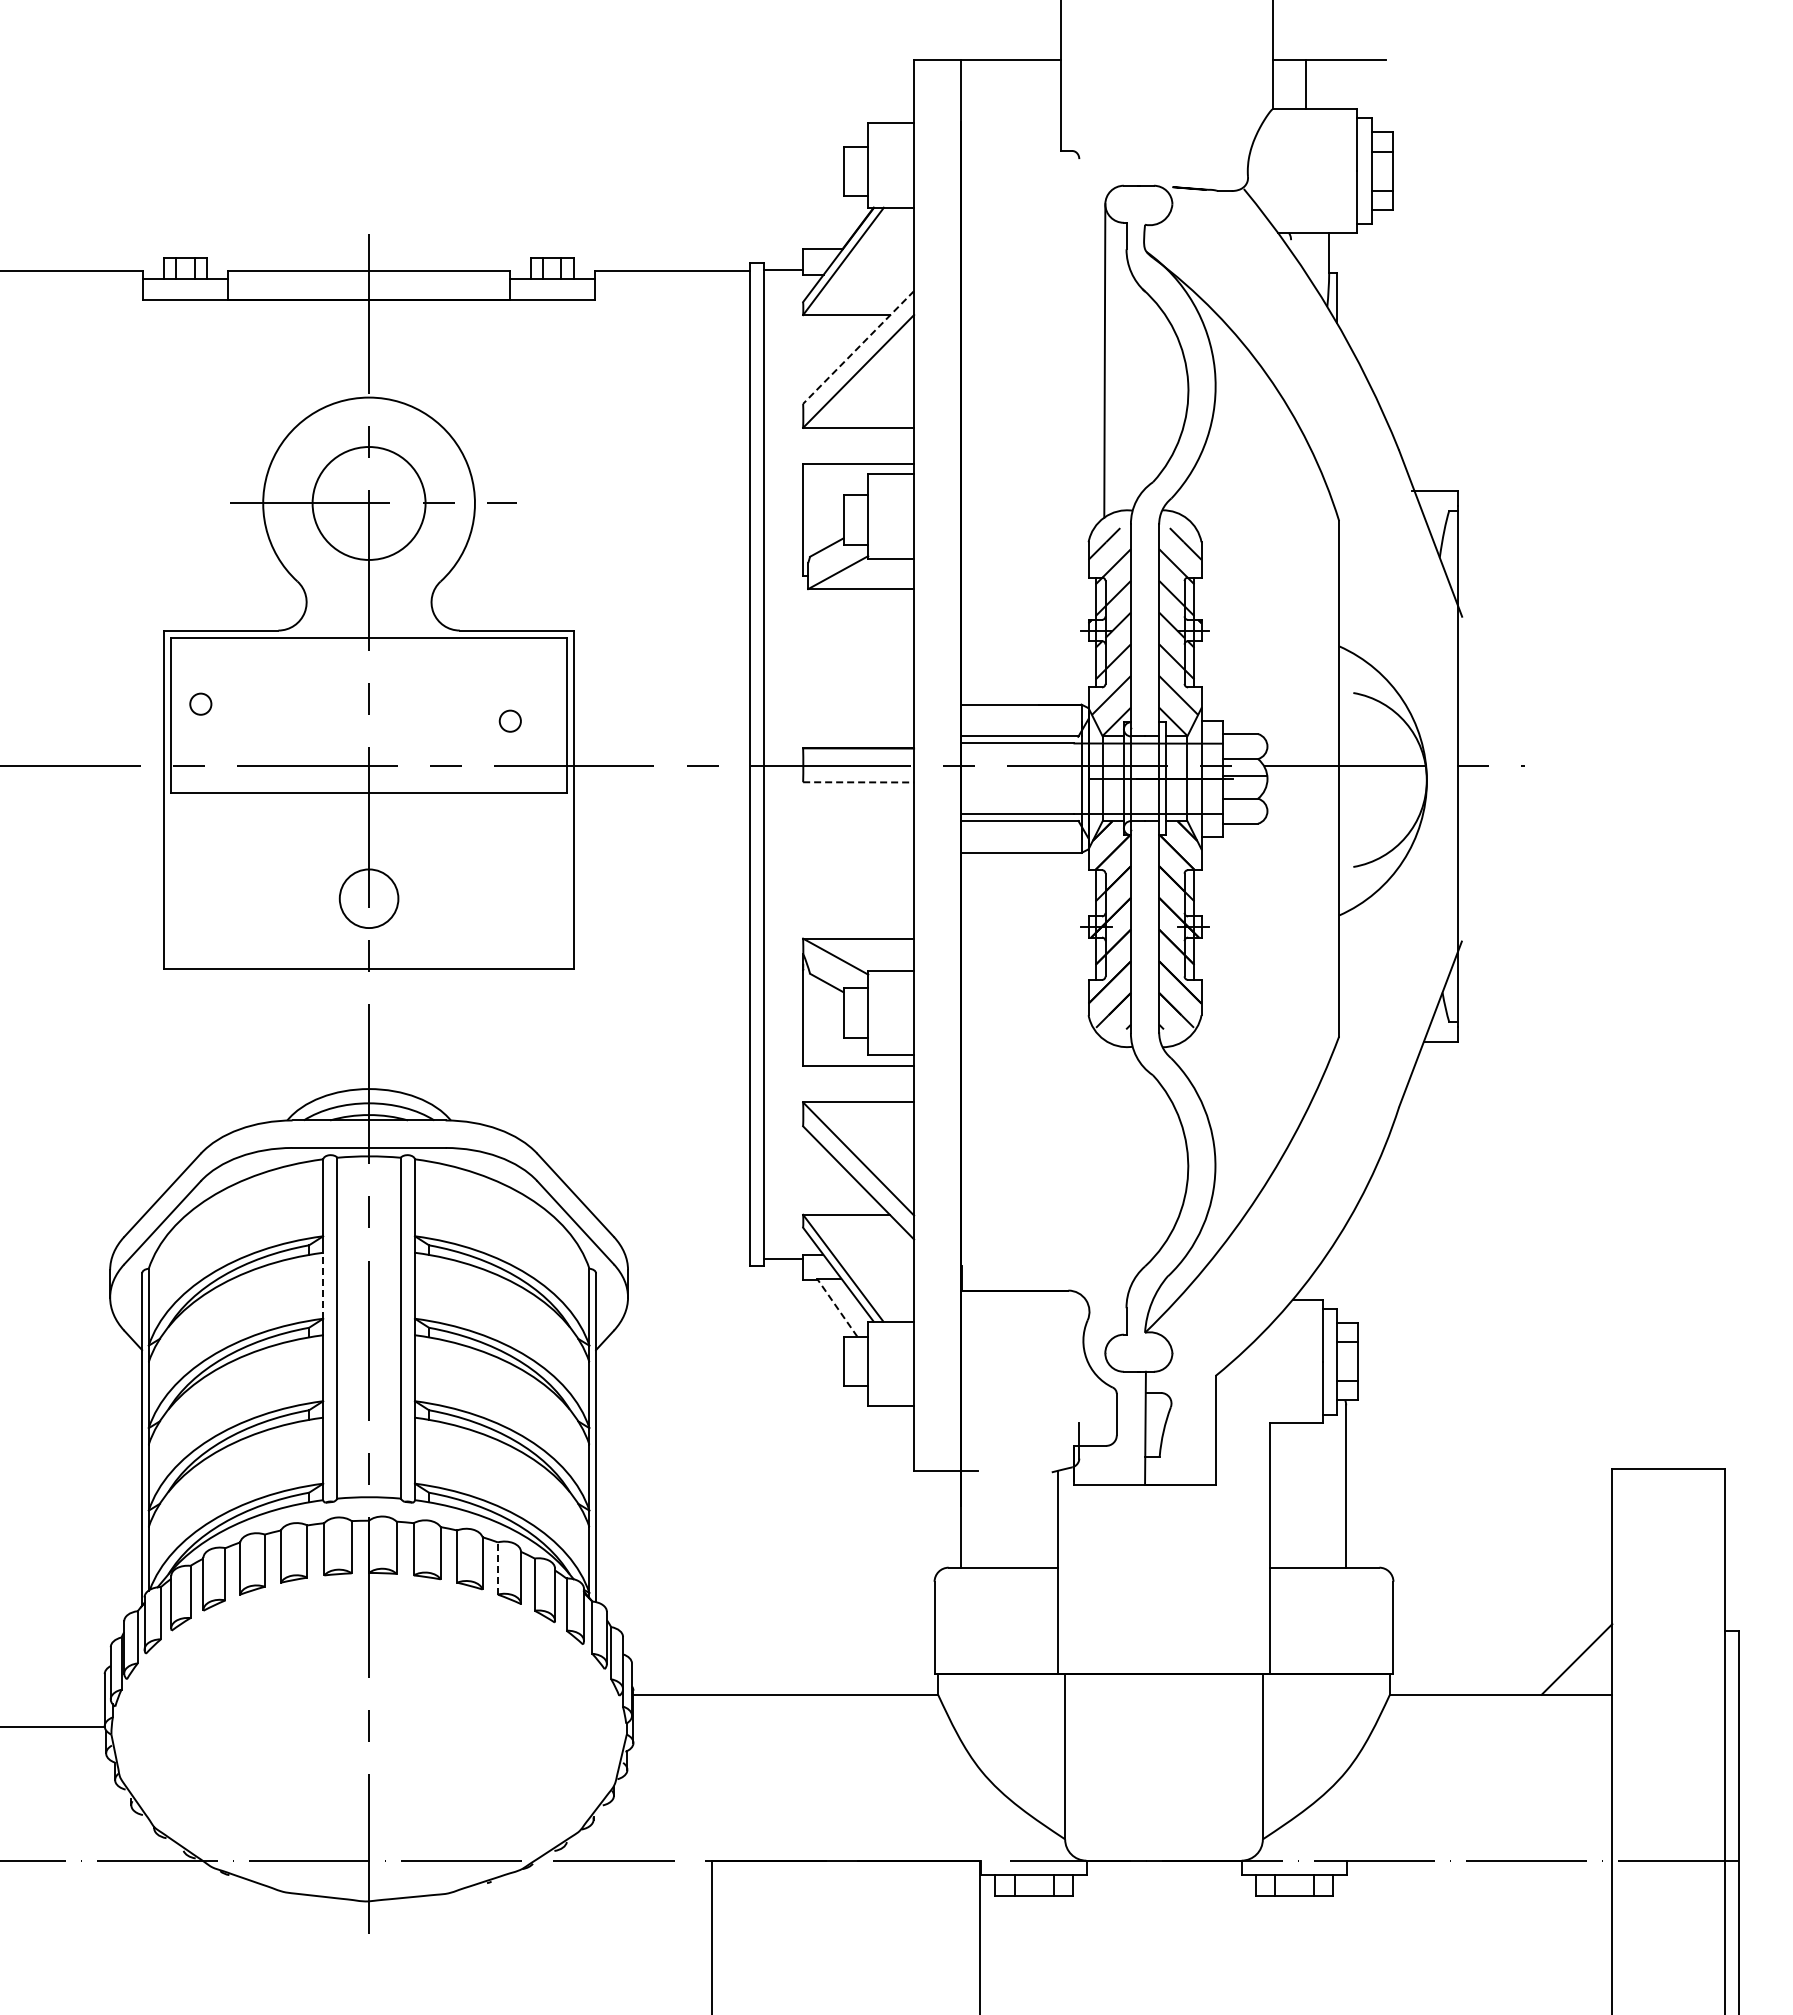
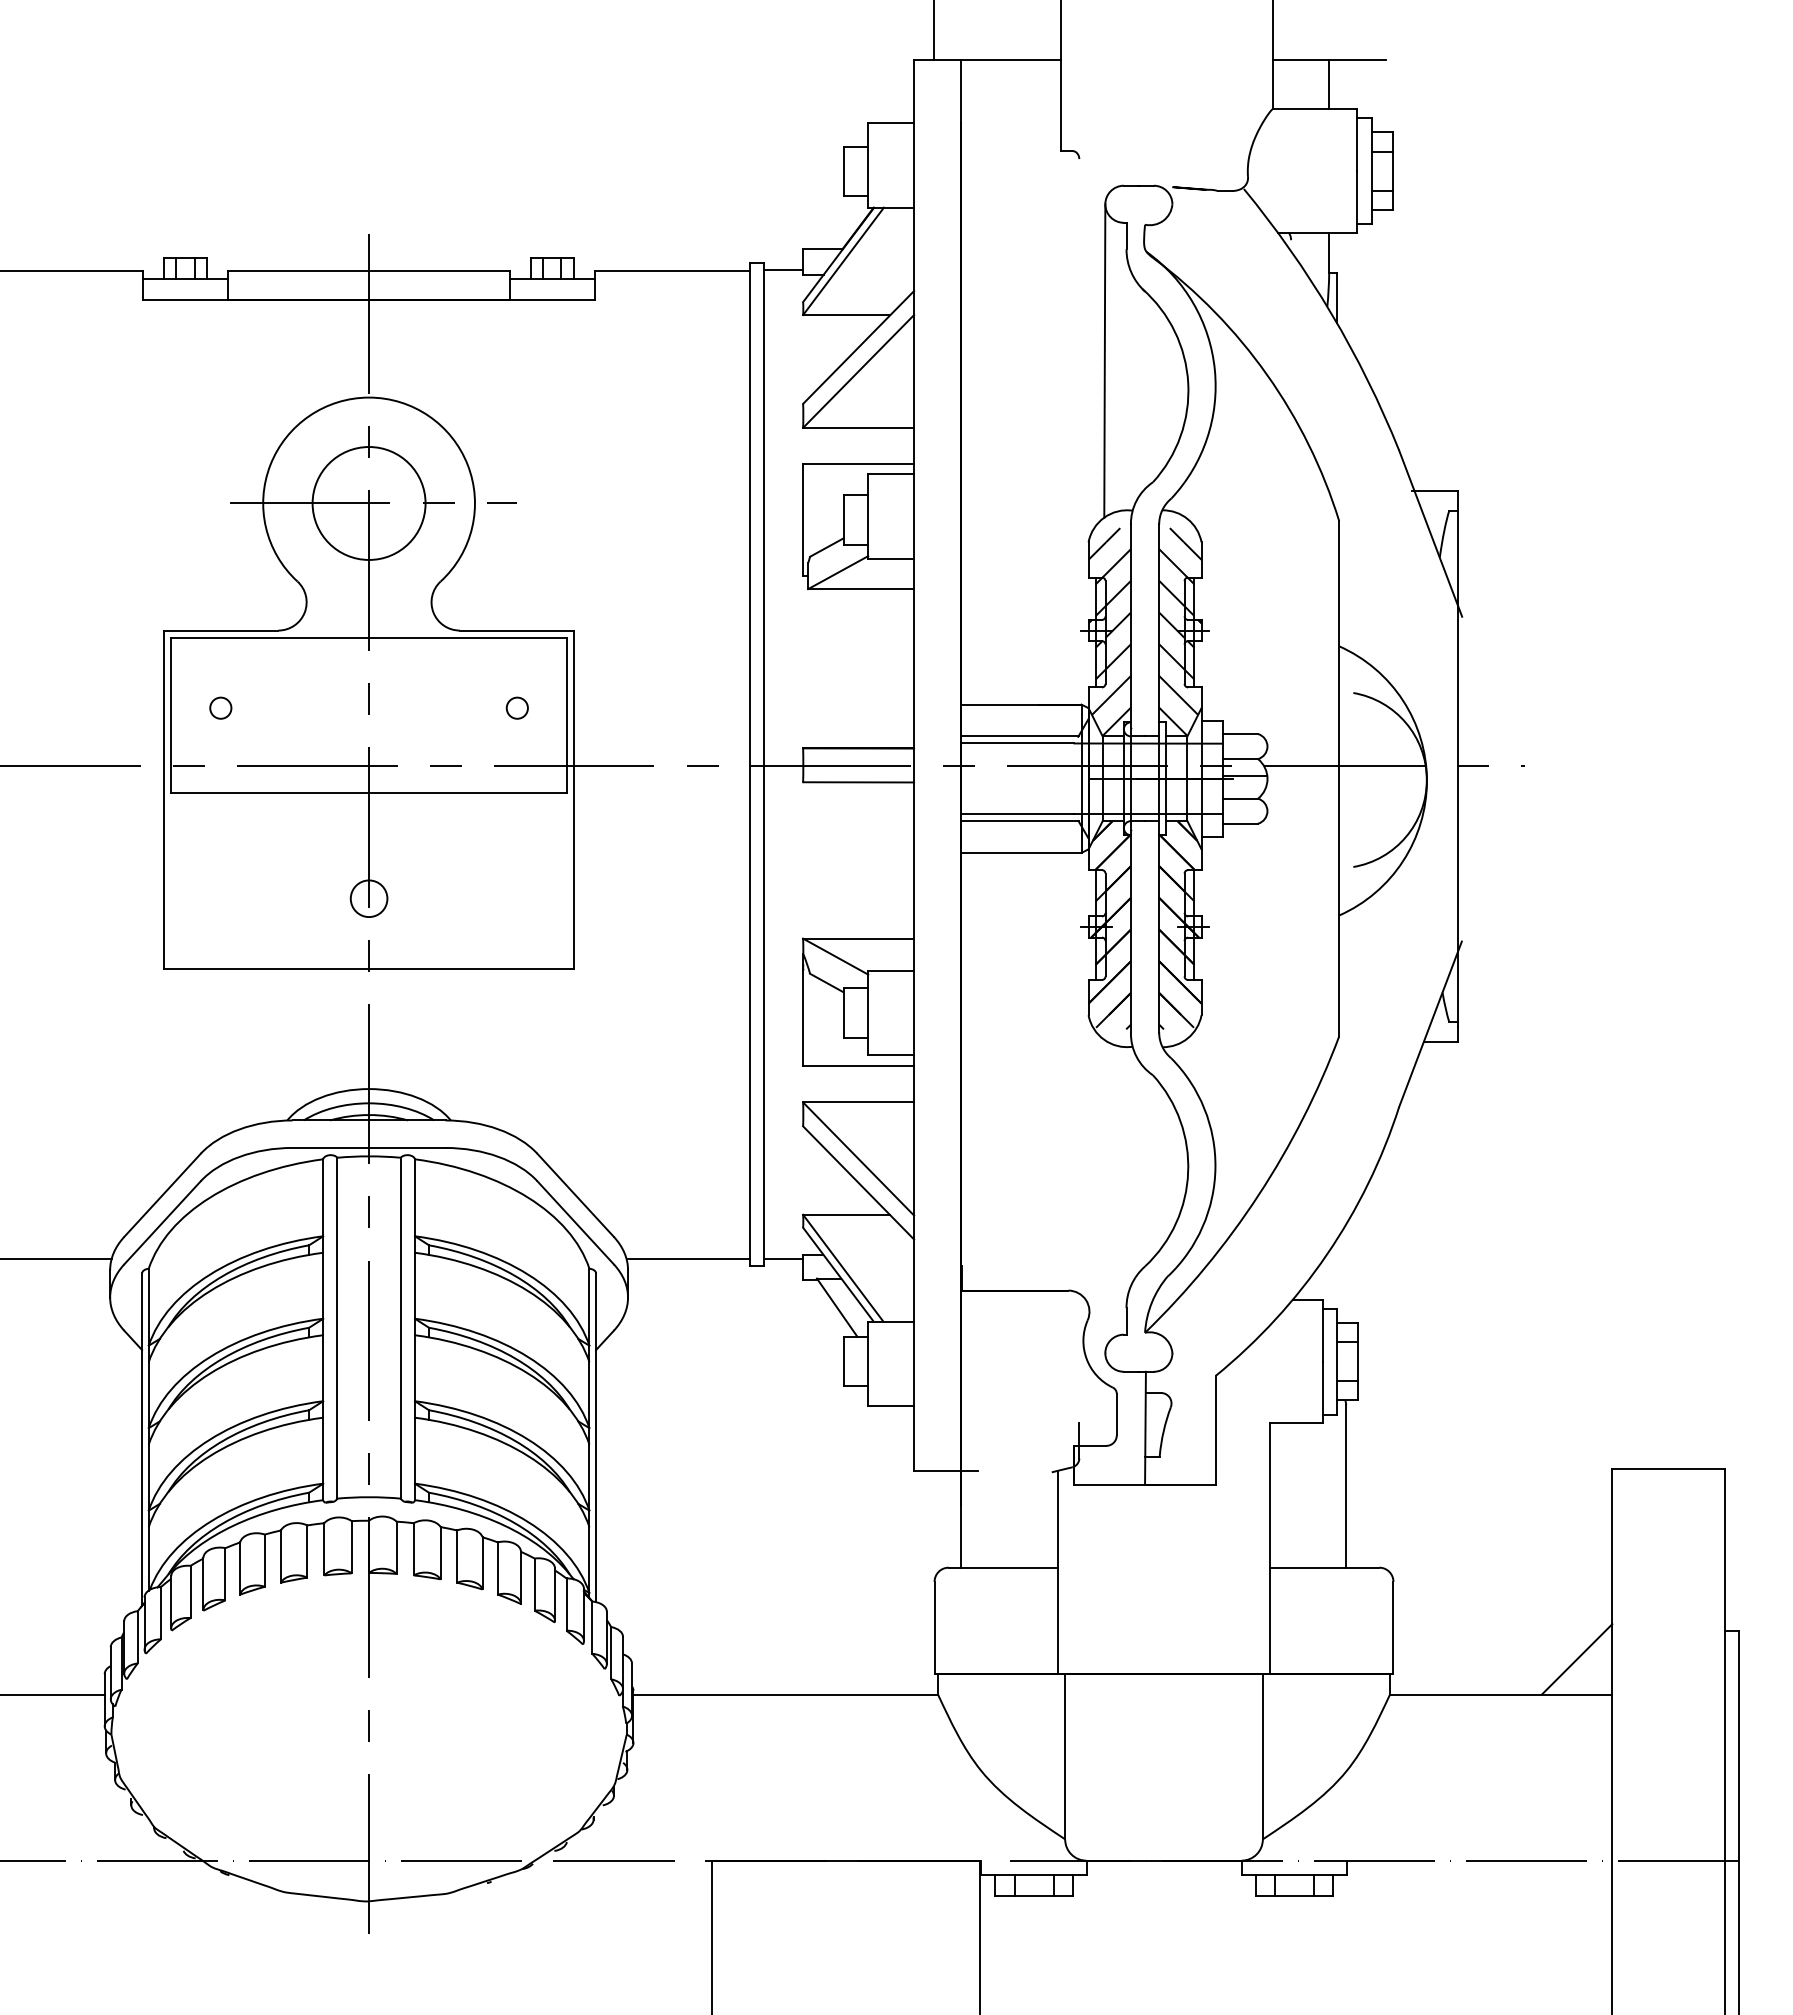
line at (933, 31): none -> present
line at (1306, 84) position: (1306, 84) -> (1329, 84)
line at (858, 347): dashed -> solid
circle at (200, 703) position: (200, 703) -> (220, 707)
circle at (509, 720) position: (509, 720) -> (516, 707)
line at (859, 782): dashed -> solid
circle at (368, 898) diameter: 59 px -> 37 px
line at (56, 1258): none -> present
line at (688, 1258): none -> present
line at (323, 1285): dashed -> solid
line at (836, 1307): dashed -> solid
line at (497, 1568): dashed -> solid
line at (53, 1726) position: (53, 1726) -> (53, 1694)
